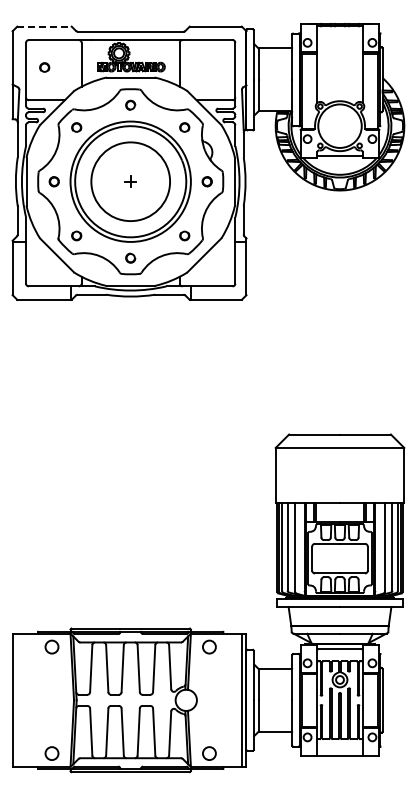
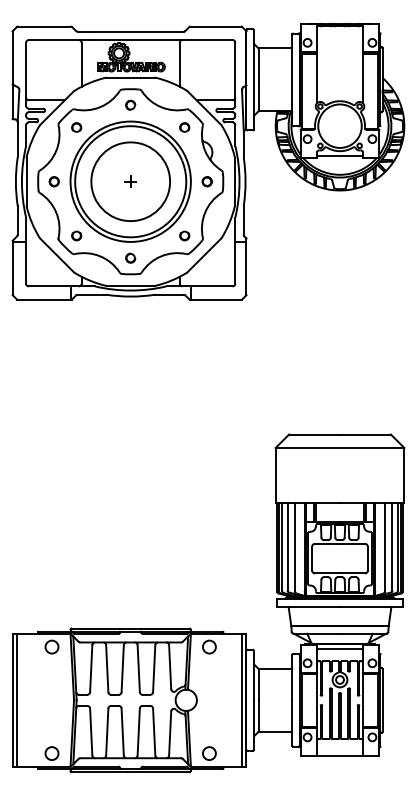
line at (45, 26): dashed -> solid
part at (44, 67): present -> none
line at (17, 700): none -> present
